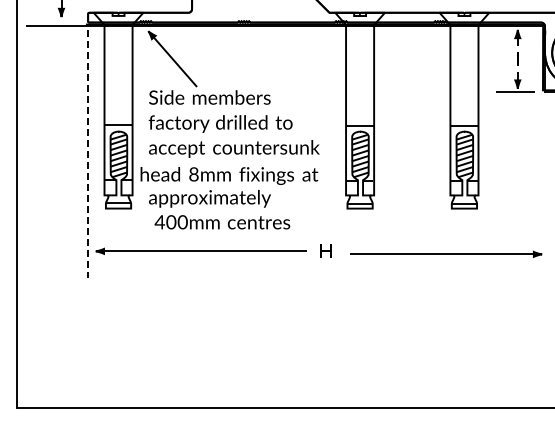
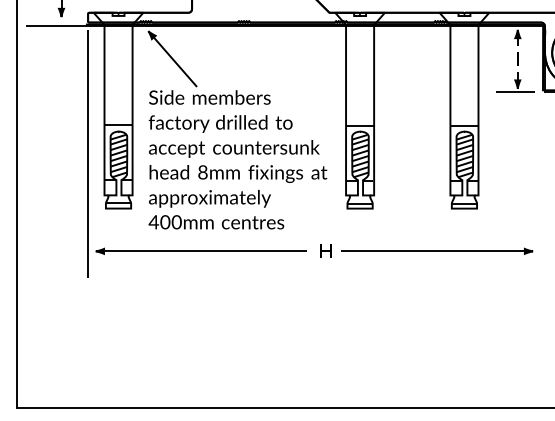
line at (88, 154): dashed -> solid
text at (229, 175) position: (229, 175) -> (238, 173)
text at (222, 222) position: (222, 222) -> (216, 222)
part at (446, 253) position: (446, 253) -> (437, 250)
